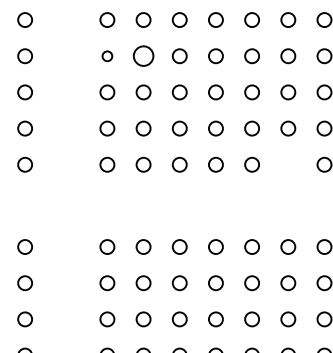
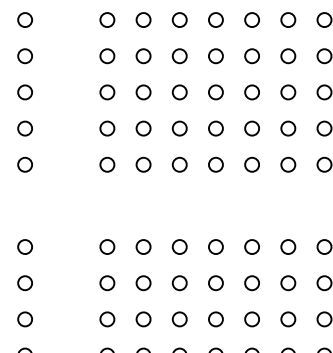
circle at (143, 55) size: 22x22 px -> 17x17 px
circle at (107, 56) size: 13x13 px -> 17x17 px
circle at (288, 164): none -> present
